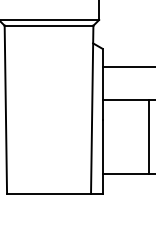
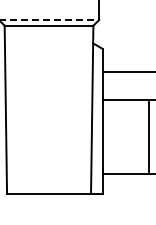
line at (50, 19): solid -> dashed
line at (127, 66) position: (127, 66) -> (127, 71)
